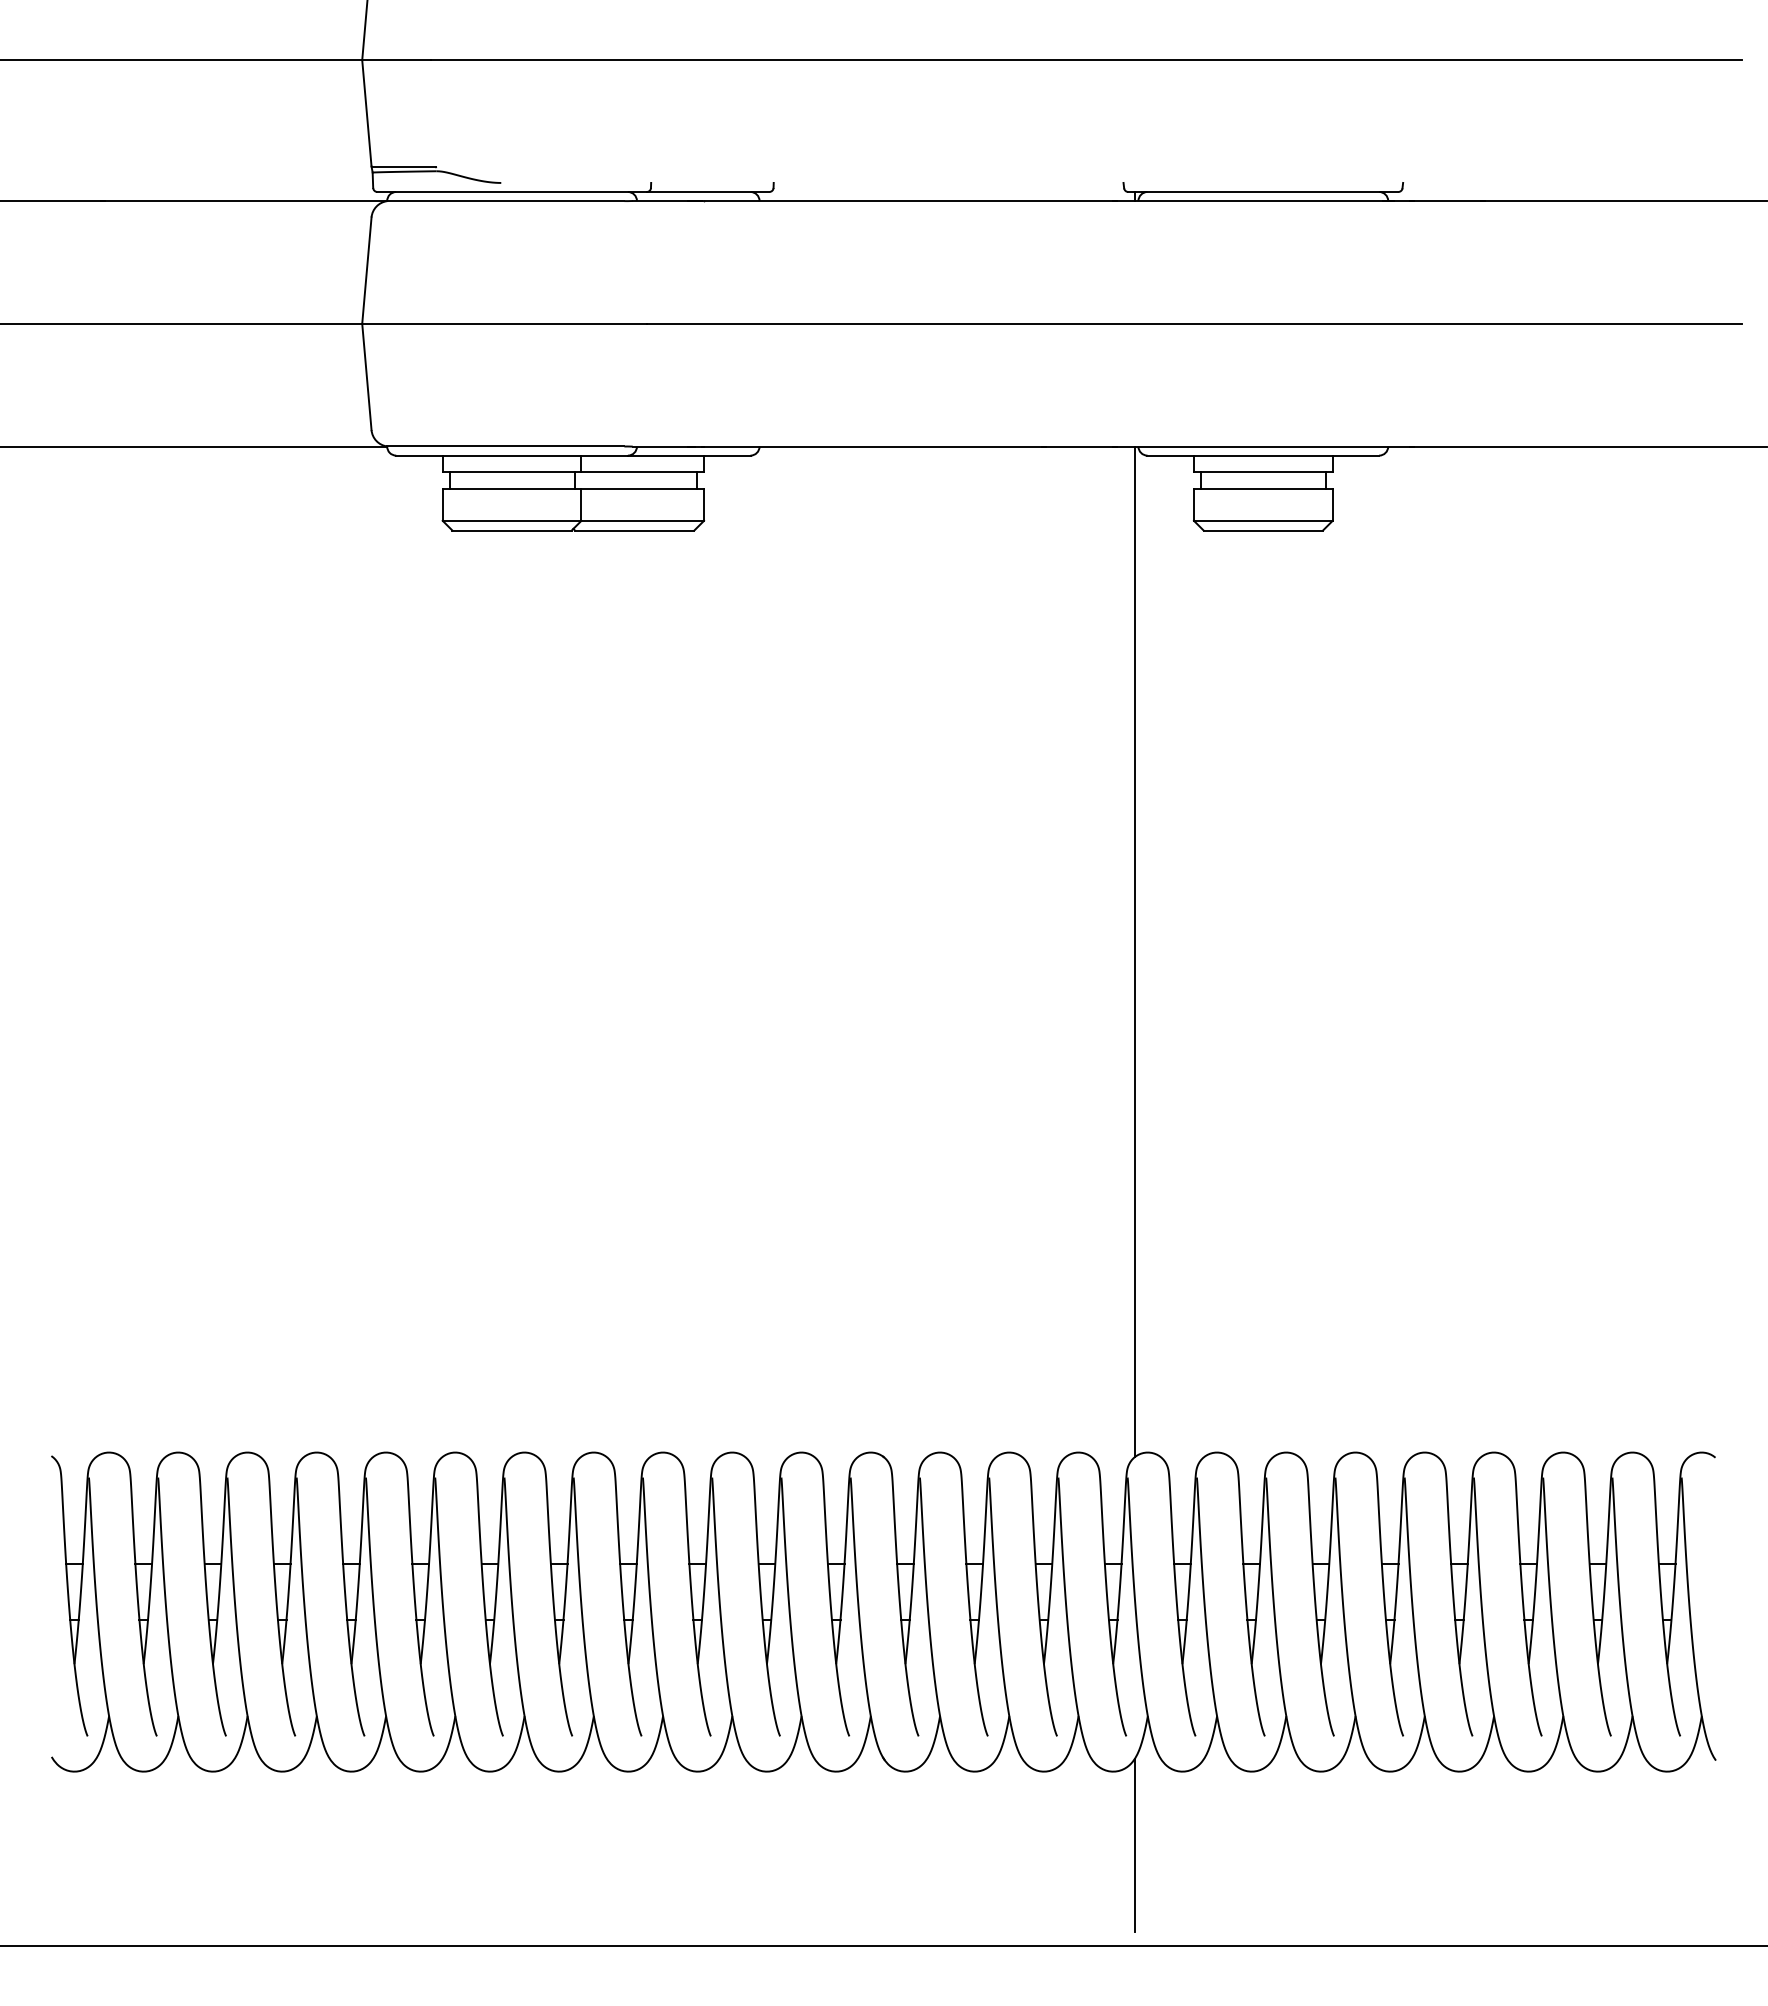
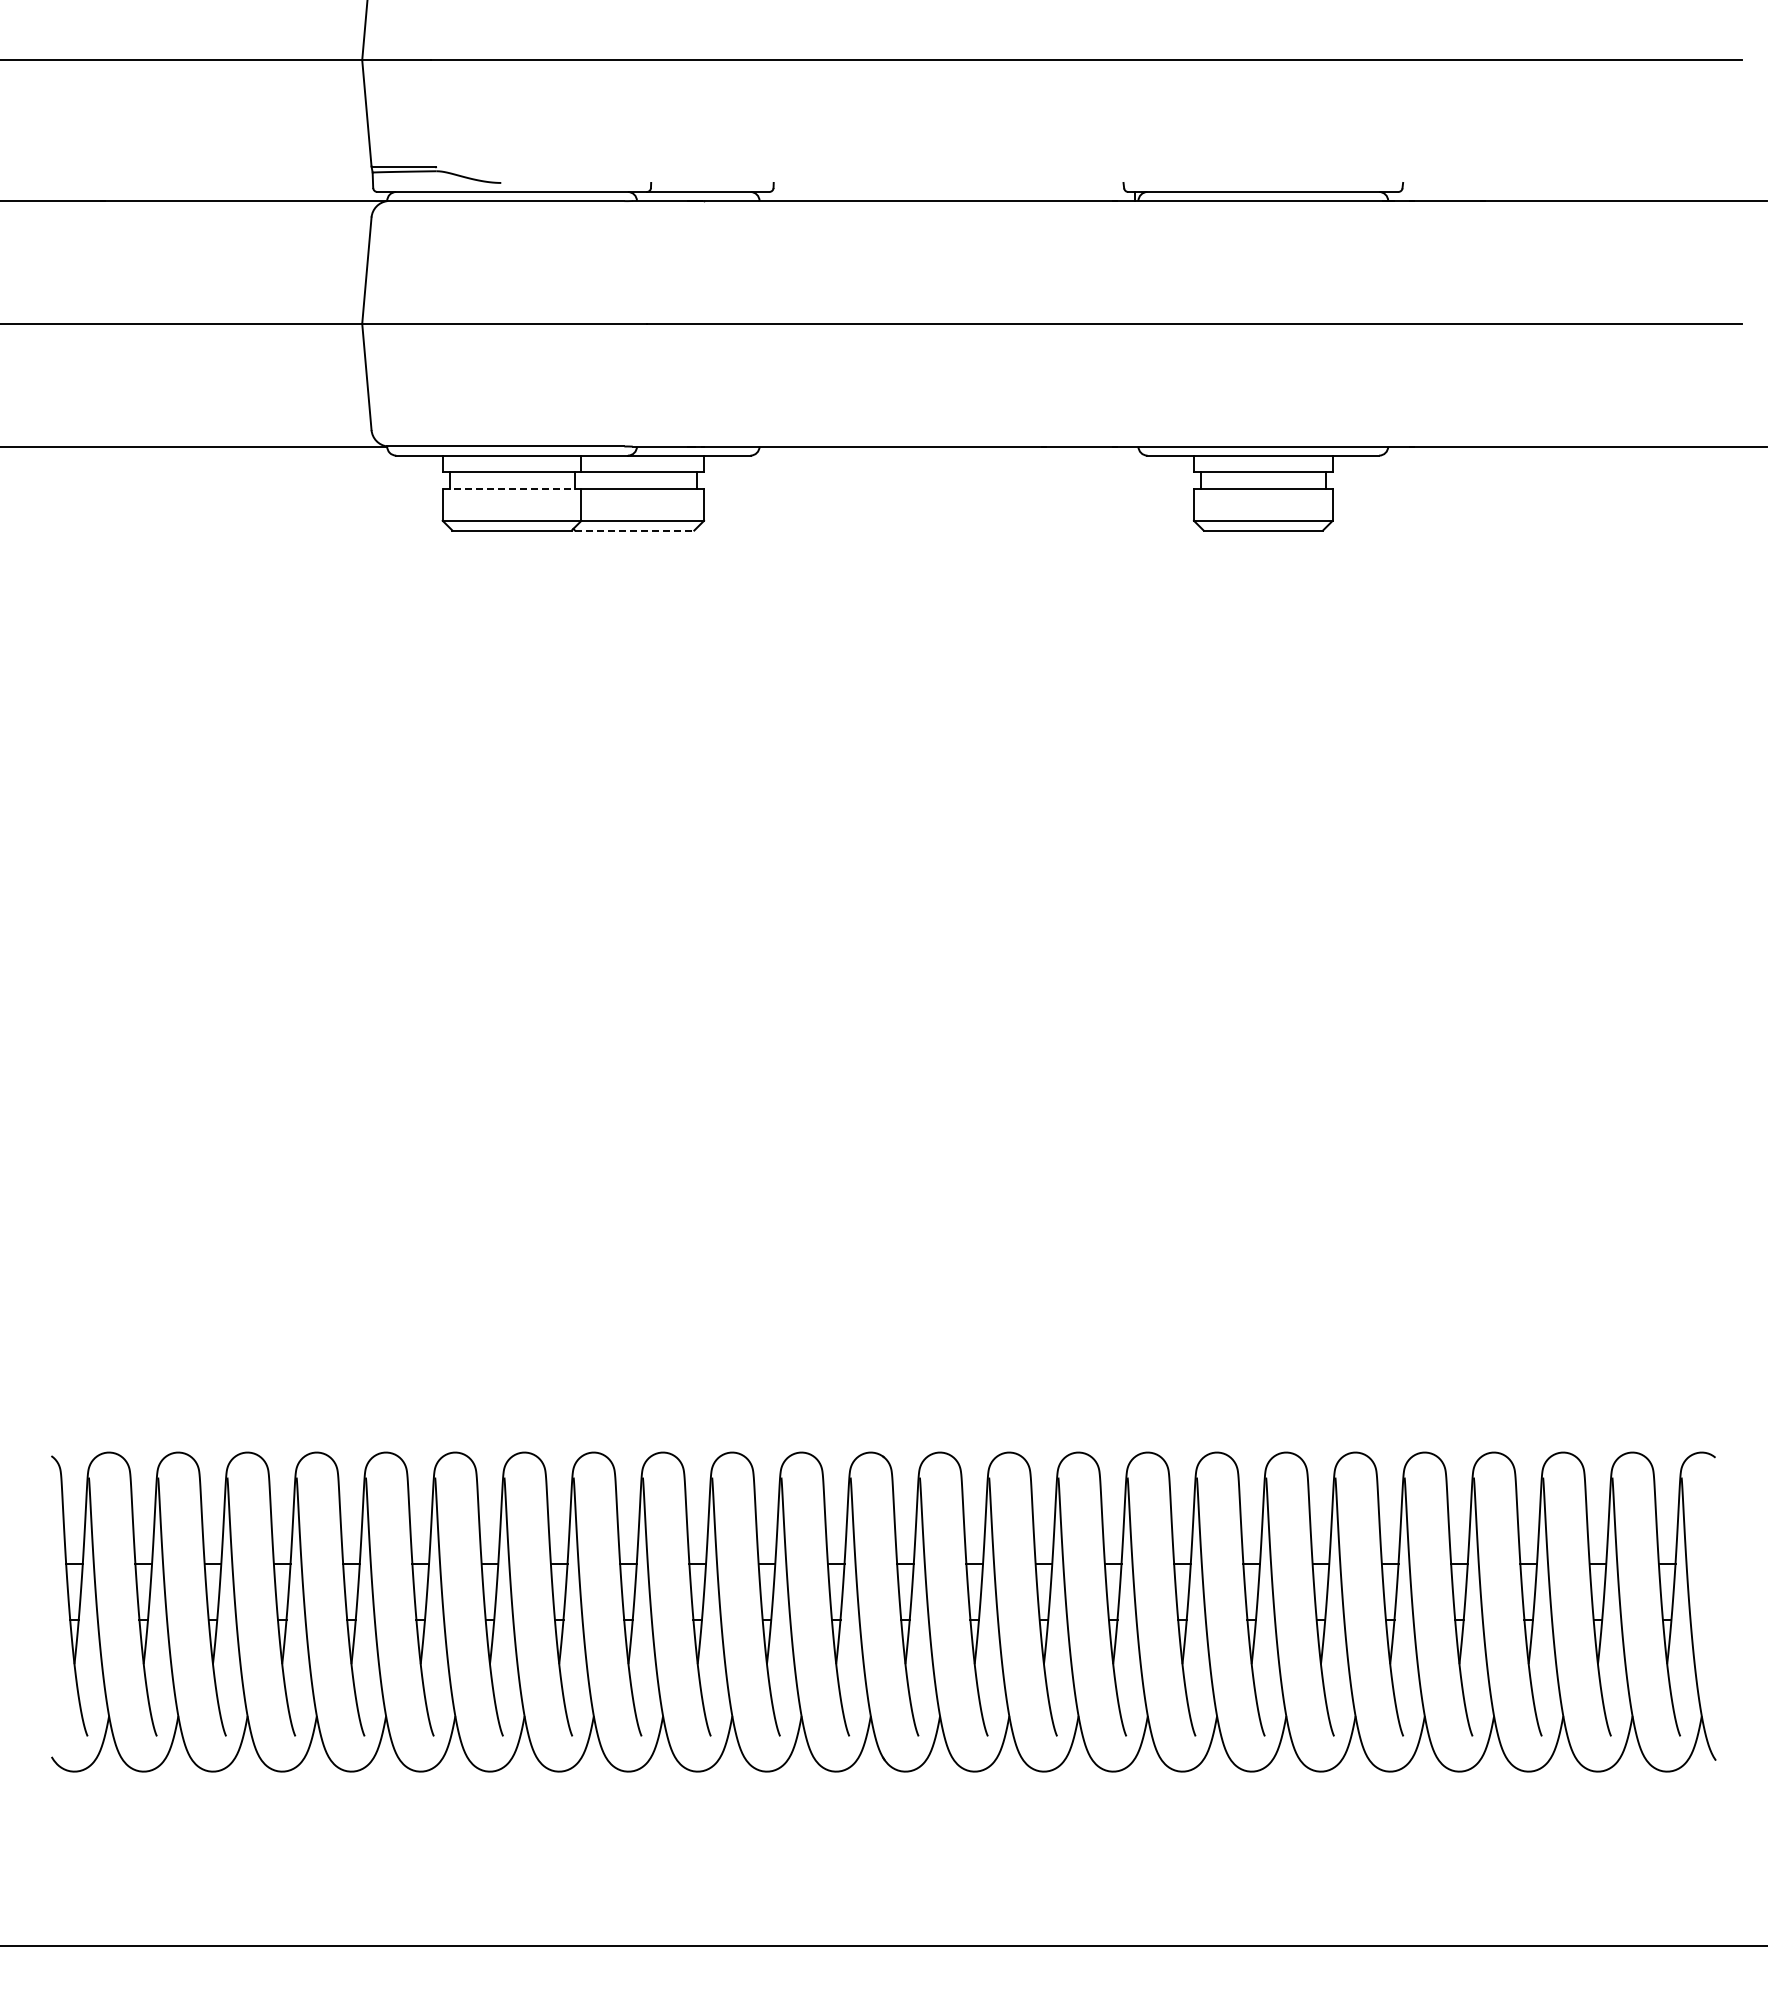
line at (512, 488): solid -> dashed
line at (634, 530): solid -> dashed
line at (1134, 951): present -> none
line at (1134, 1845): present -> none
